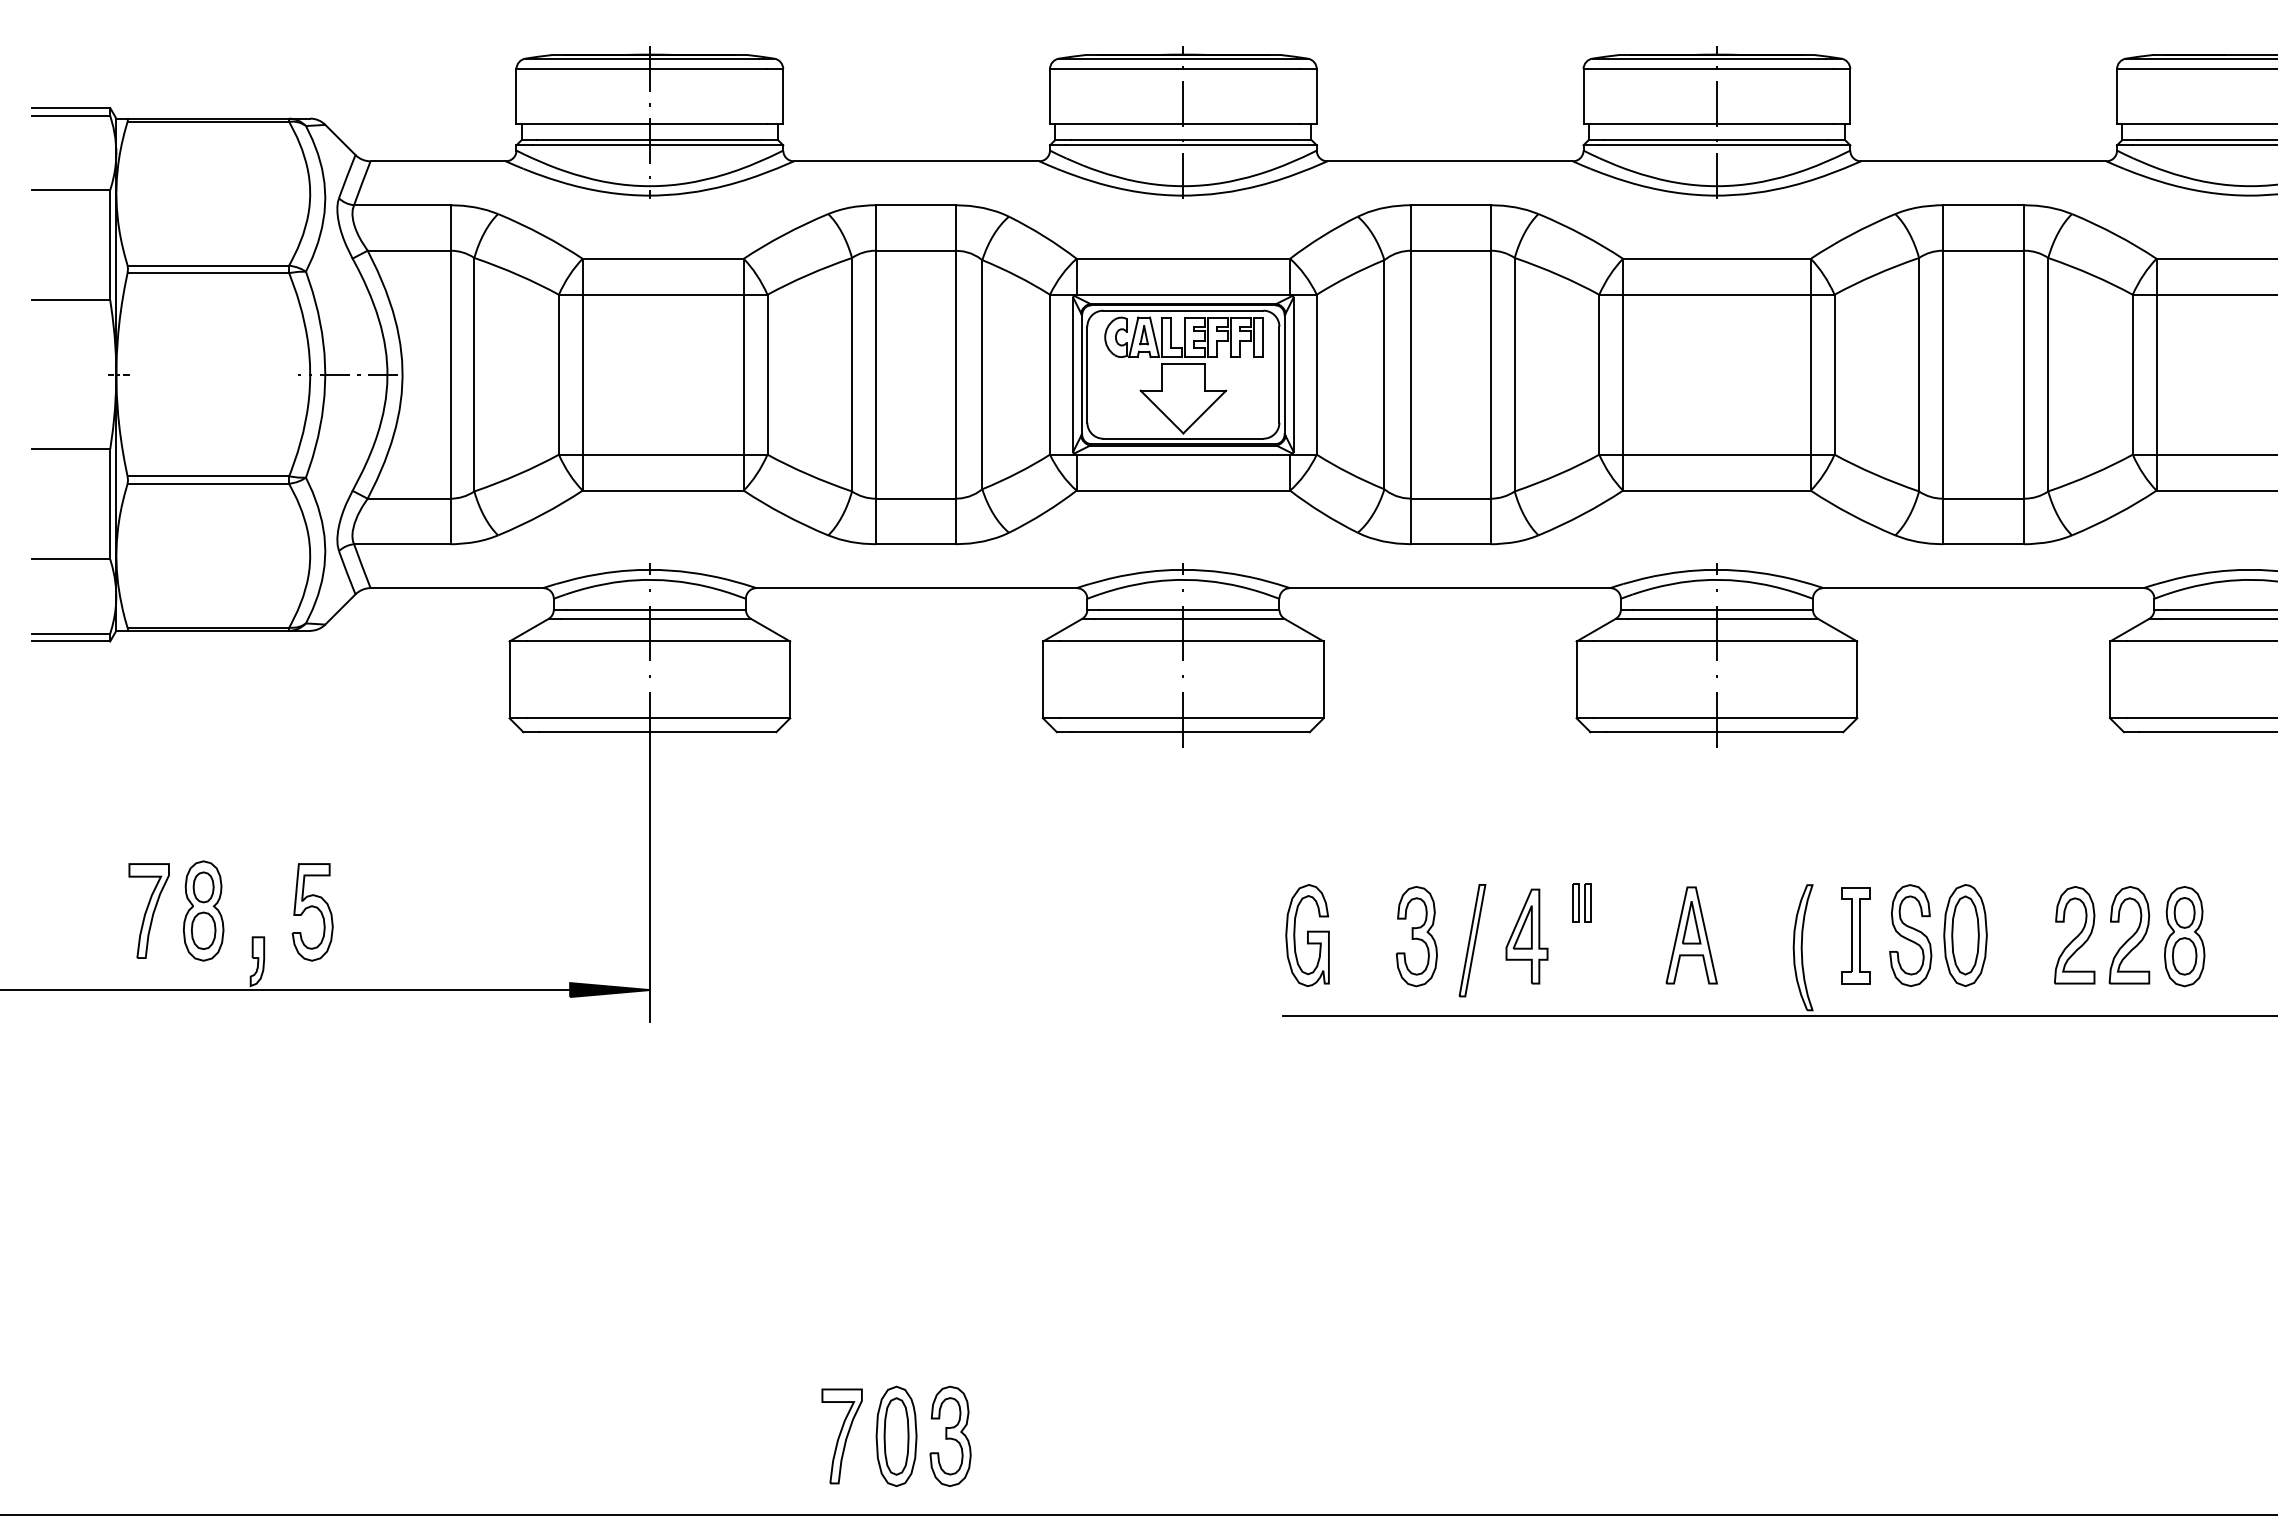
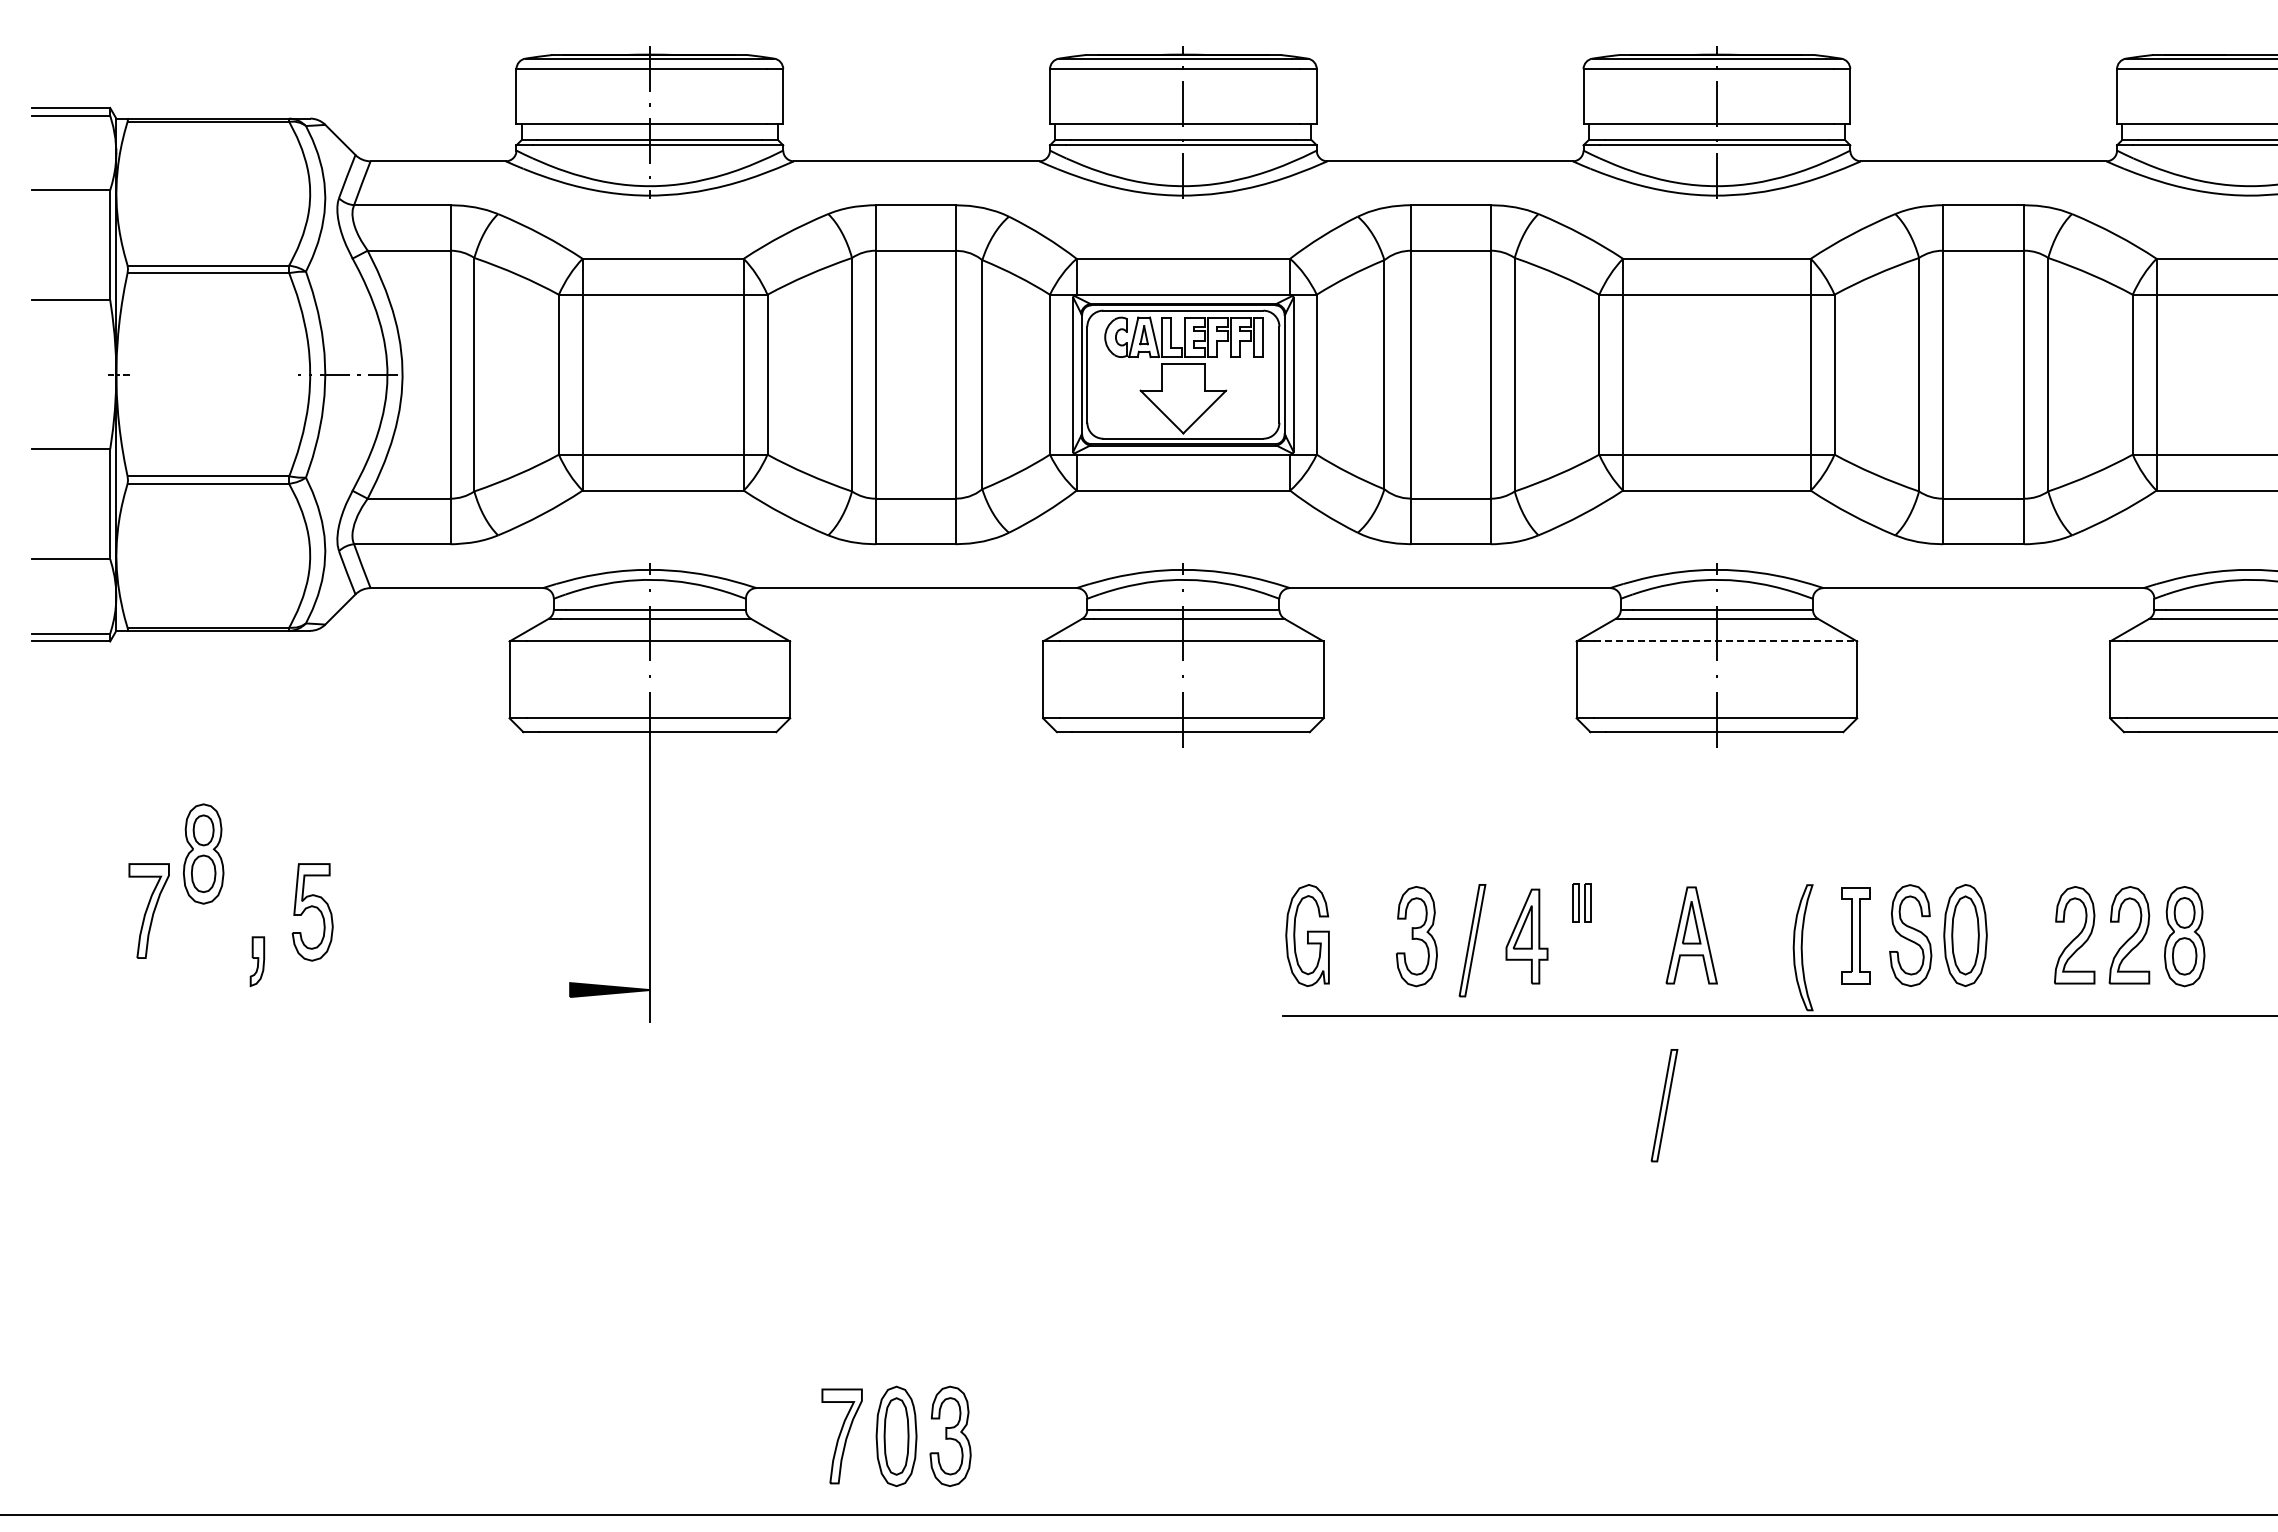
line at (1725, 641): solid -> dashed
part at (203, 910) position: (203, 910) -> (203, 853)
line at (286, 990): present -> none
part at (1664, 1105): none -> present
